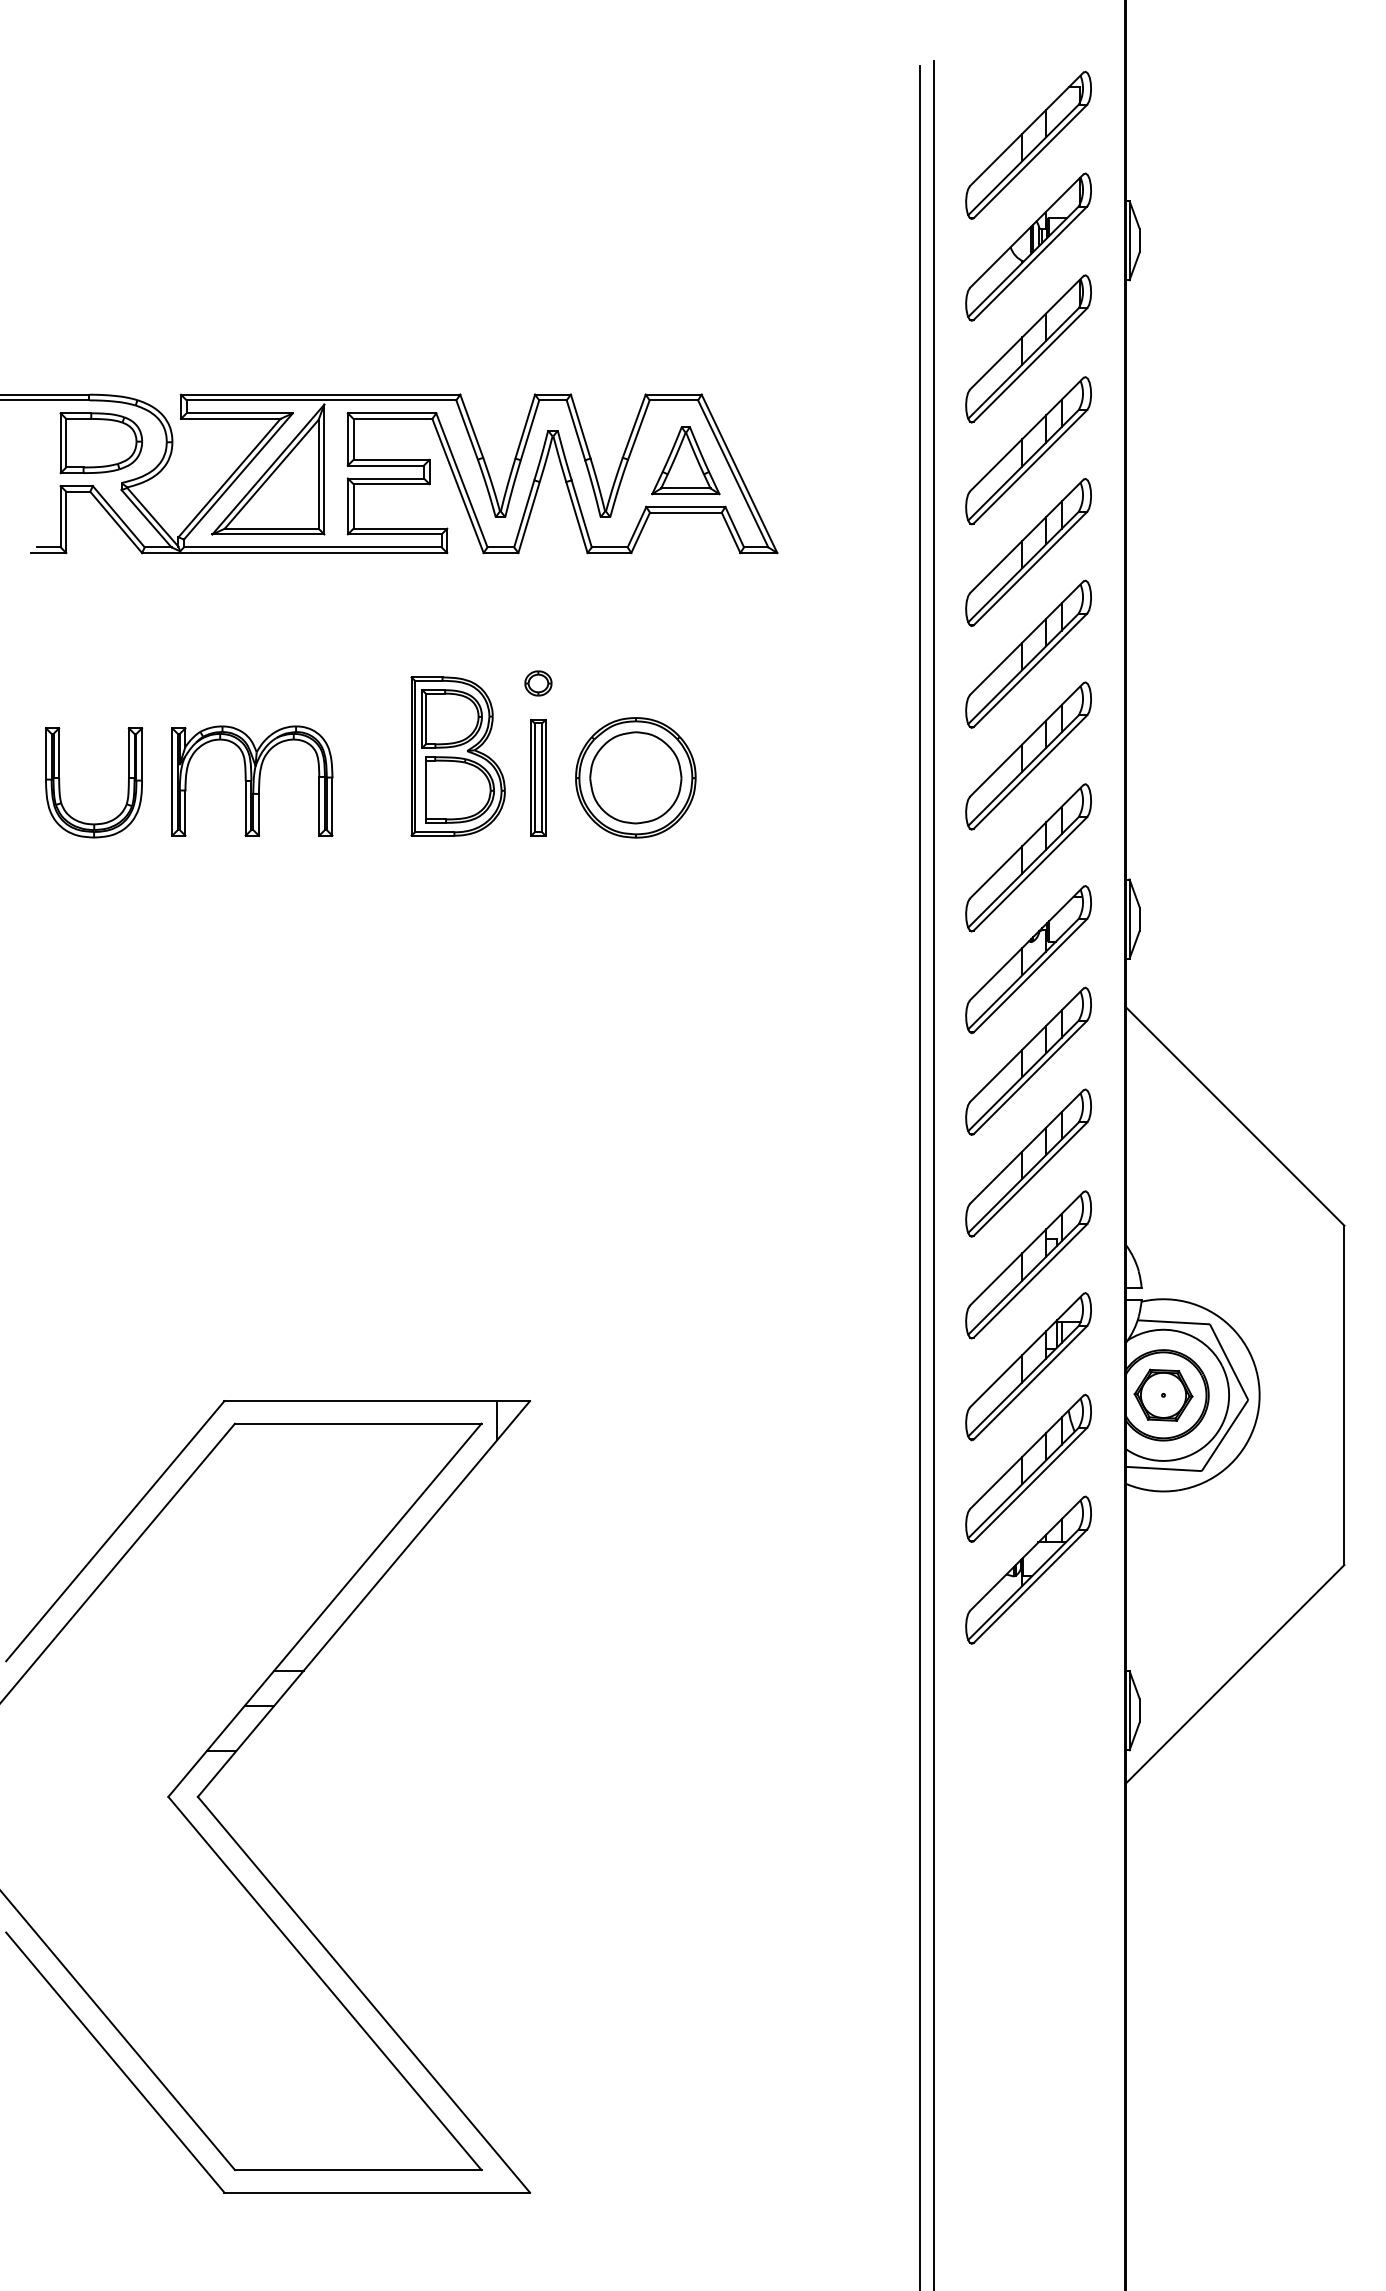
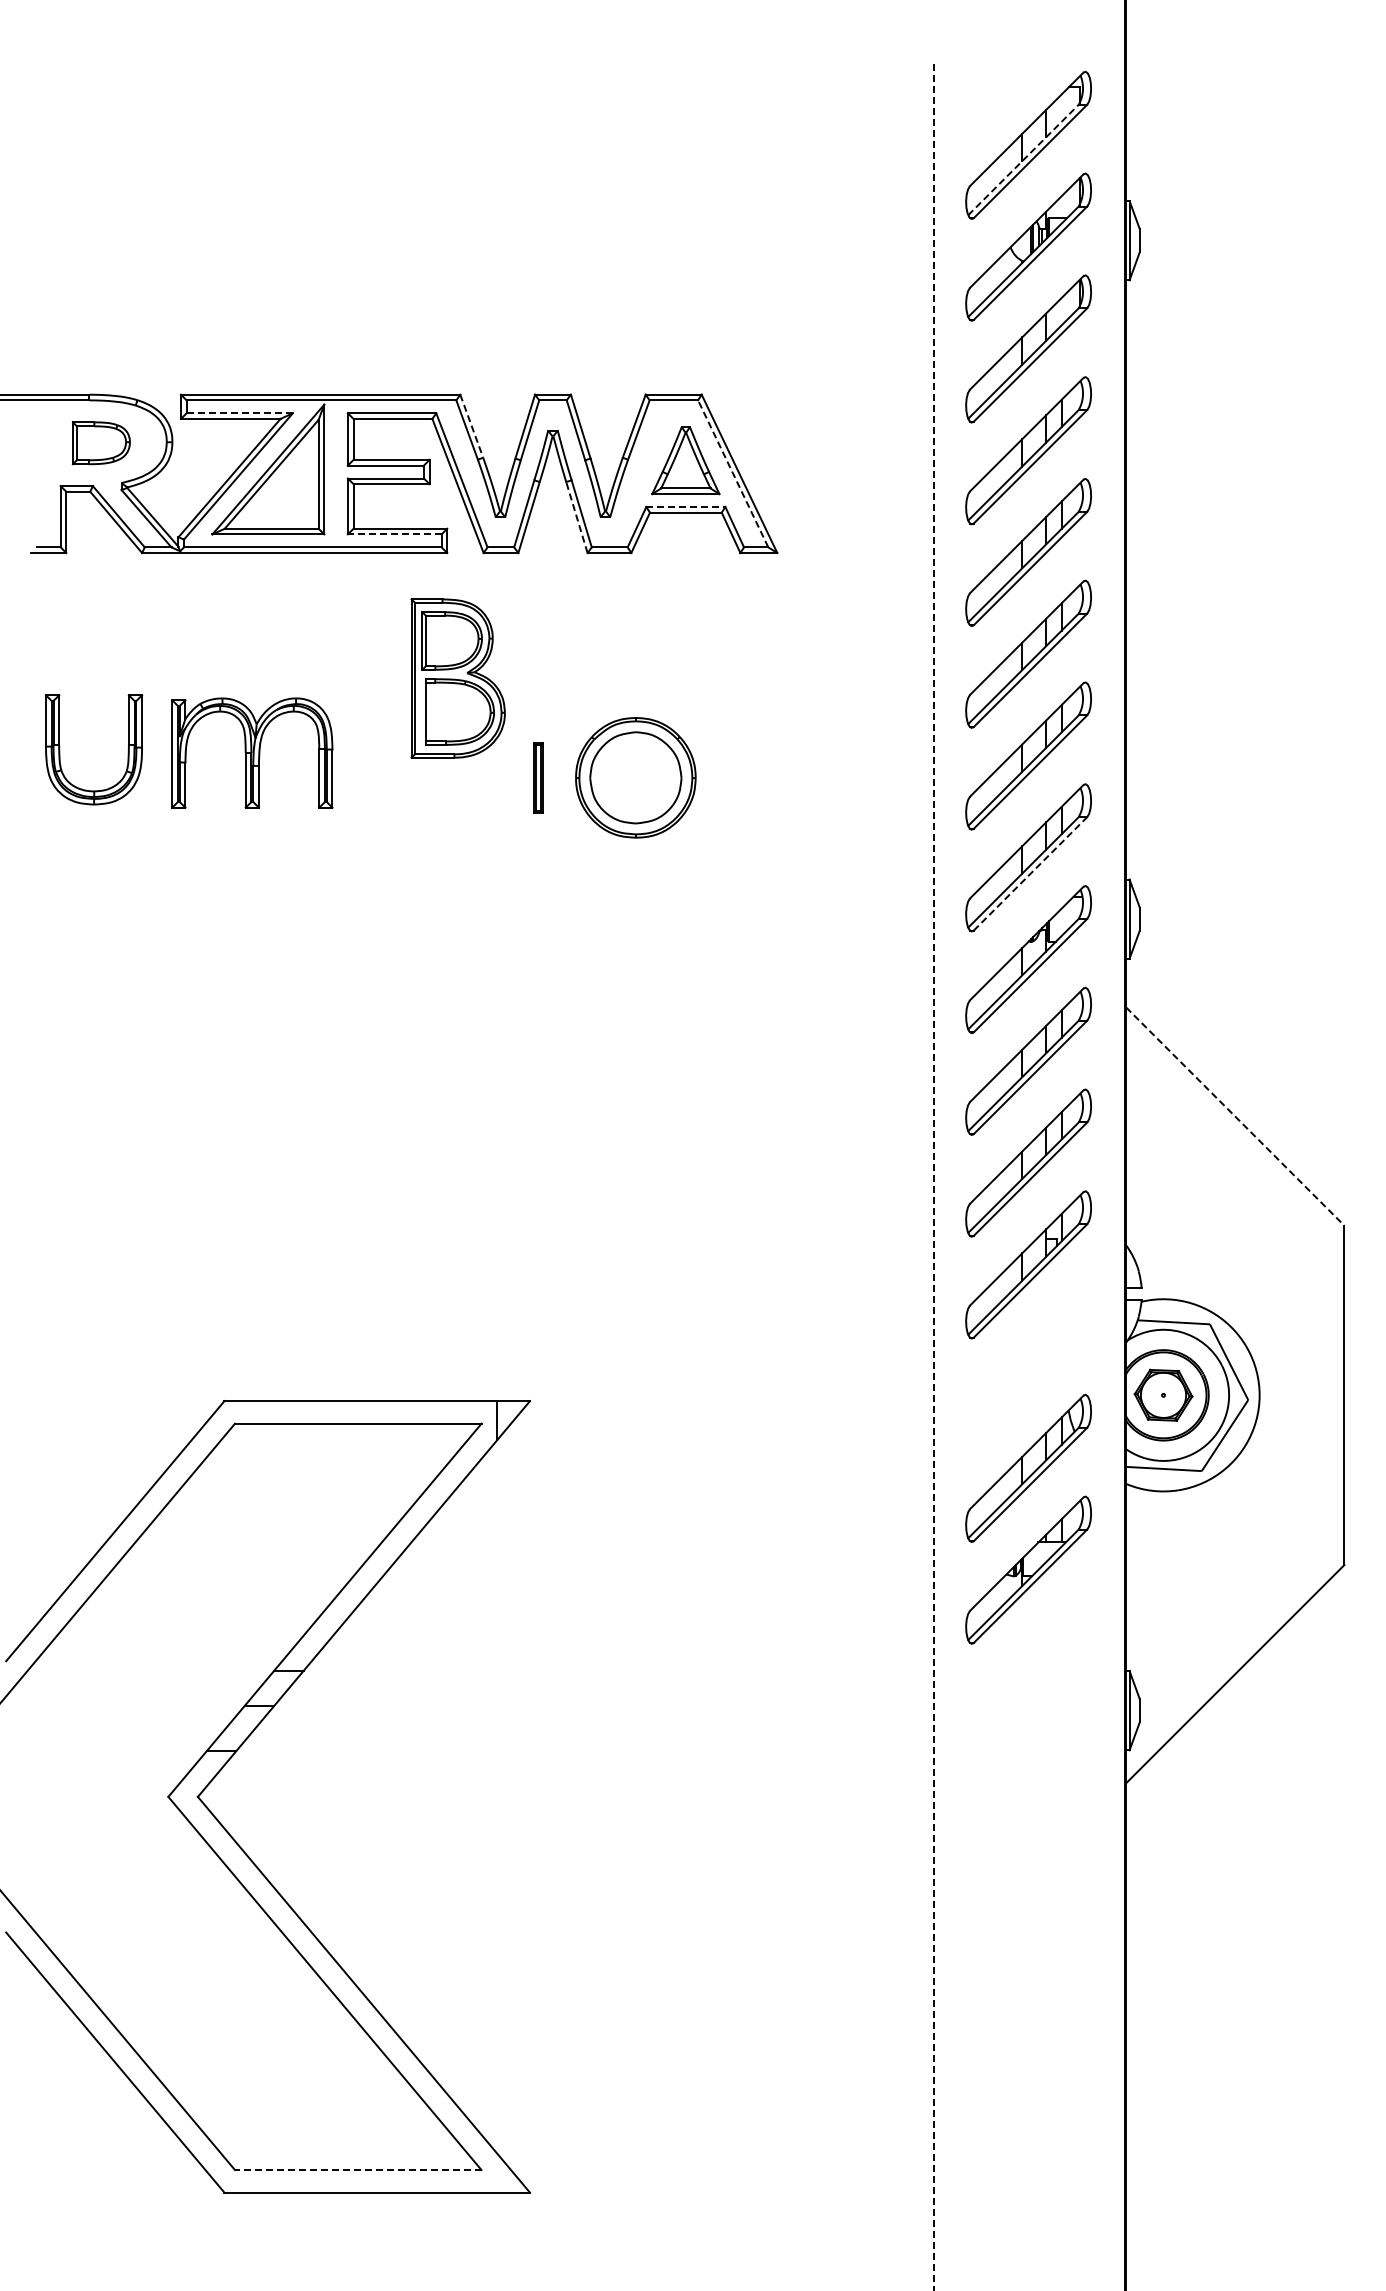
line at (1023, 159): solid -> dashed
line at (240, 413): solid -> dashed
line at (471, 426): solid -> dashed
part at (101, 443) size: 85x63 px -> 60x45 px
line at (733, 473): solid -> dashed
line at (685, 507): solid -> dashed
line at (576, 517): solid -> dashed
line at (394, 534): solid -> dashed
part at (538, 683): present -> none
part at (457, 756) position: (457, 756) -> (457, 678)
part at (538, 777) size: 17x118 px -> 11x72 px
part at (252, 780) position: (252, 780) -> (252, 752)
part at (60, 782) position: (60, 782) -> (60, 749)
line at (1030, 873): solid -> dashed
line at (1235, 1116): solid -> dashed
line at (919, 1176): present -> none
line at (933, 1176): solid -> dashed
part at (1028, 1366): present -> none
line at (357, 2170): solid -> dashed
